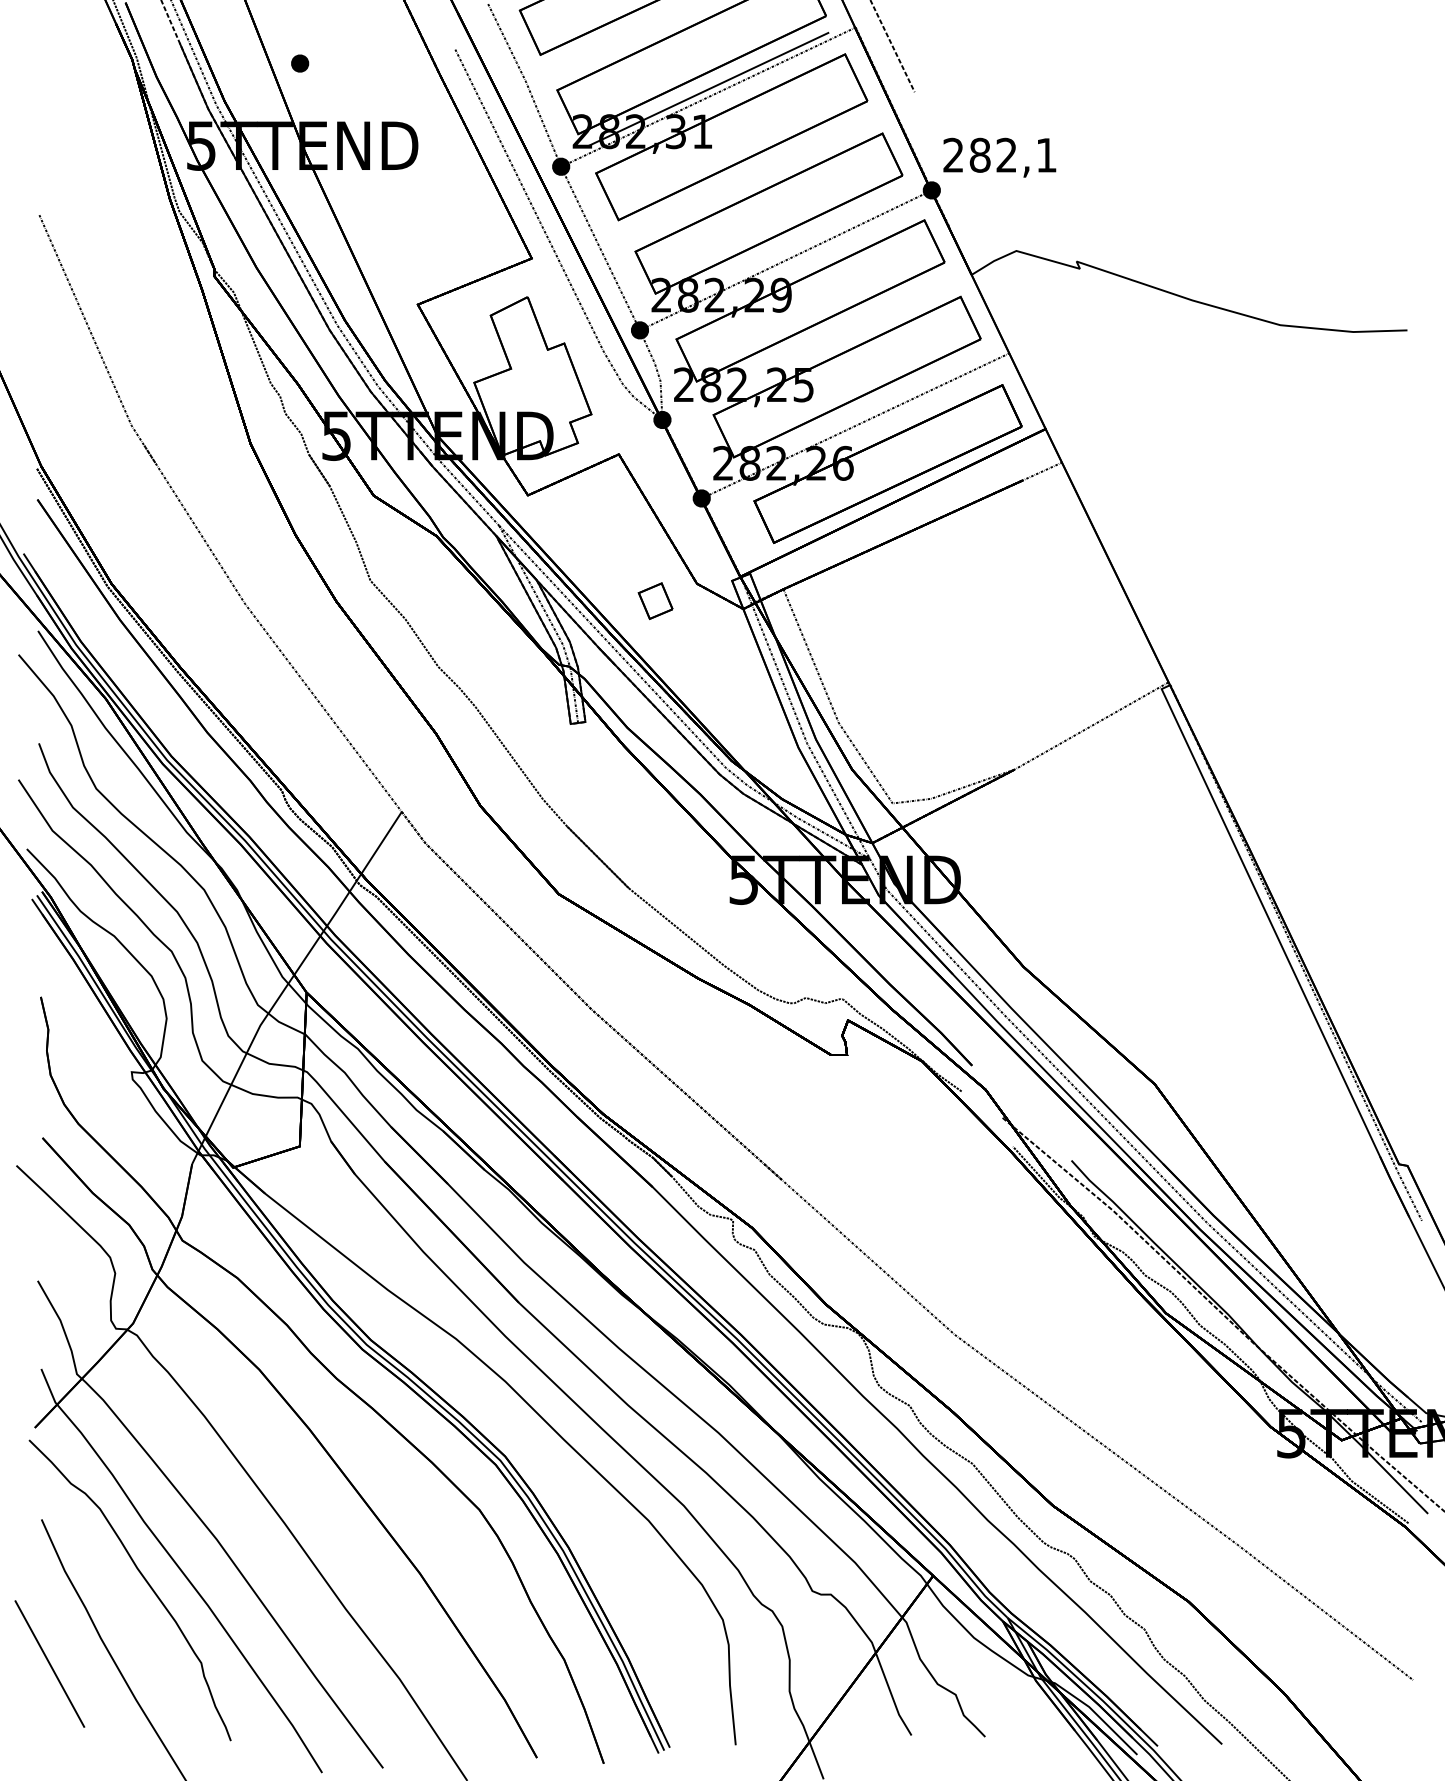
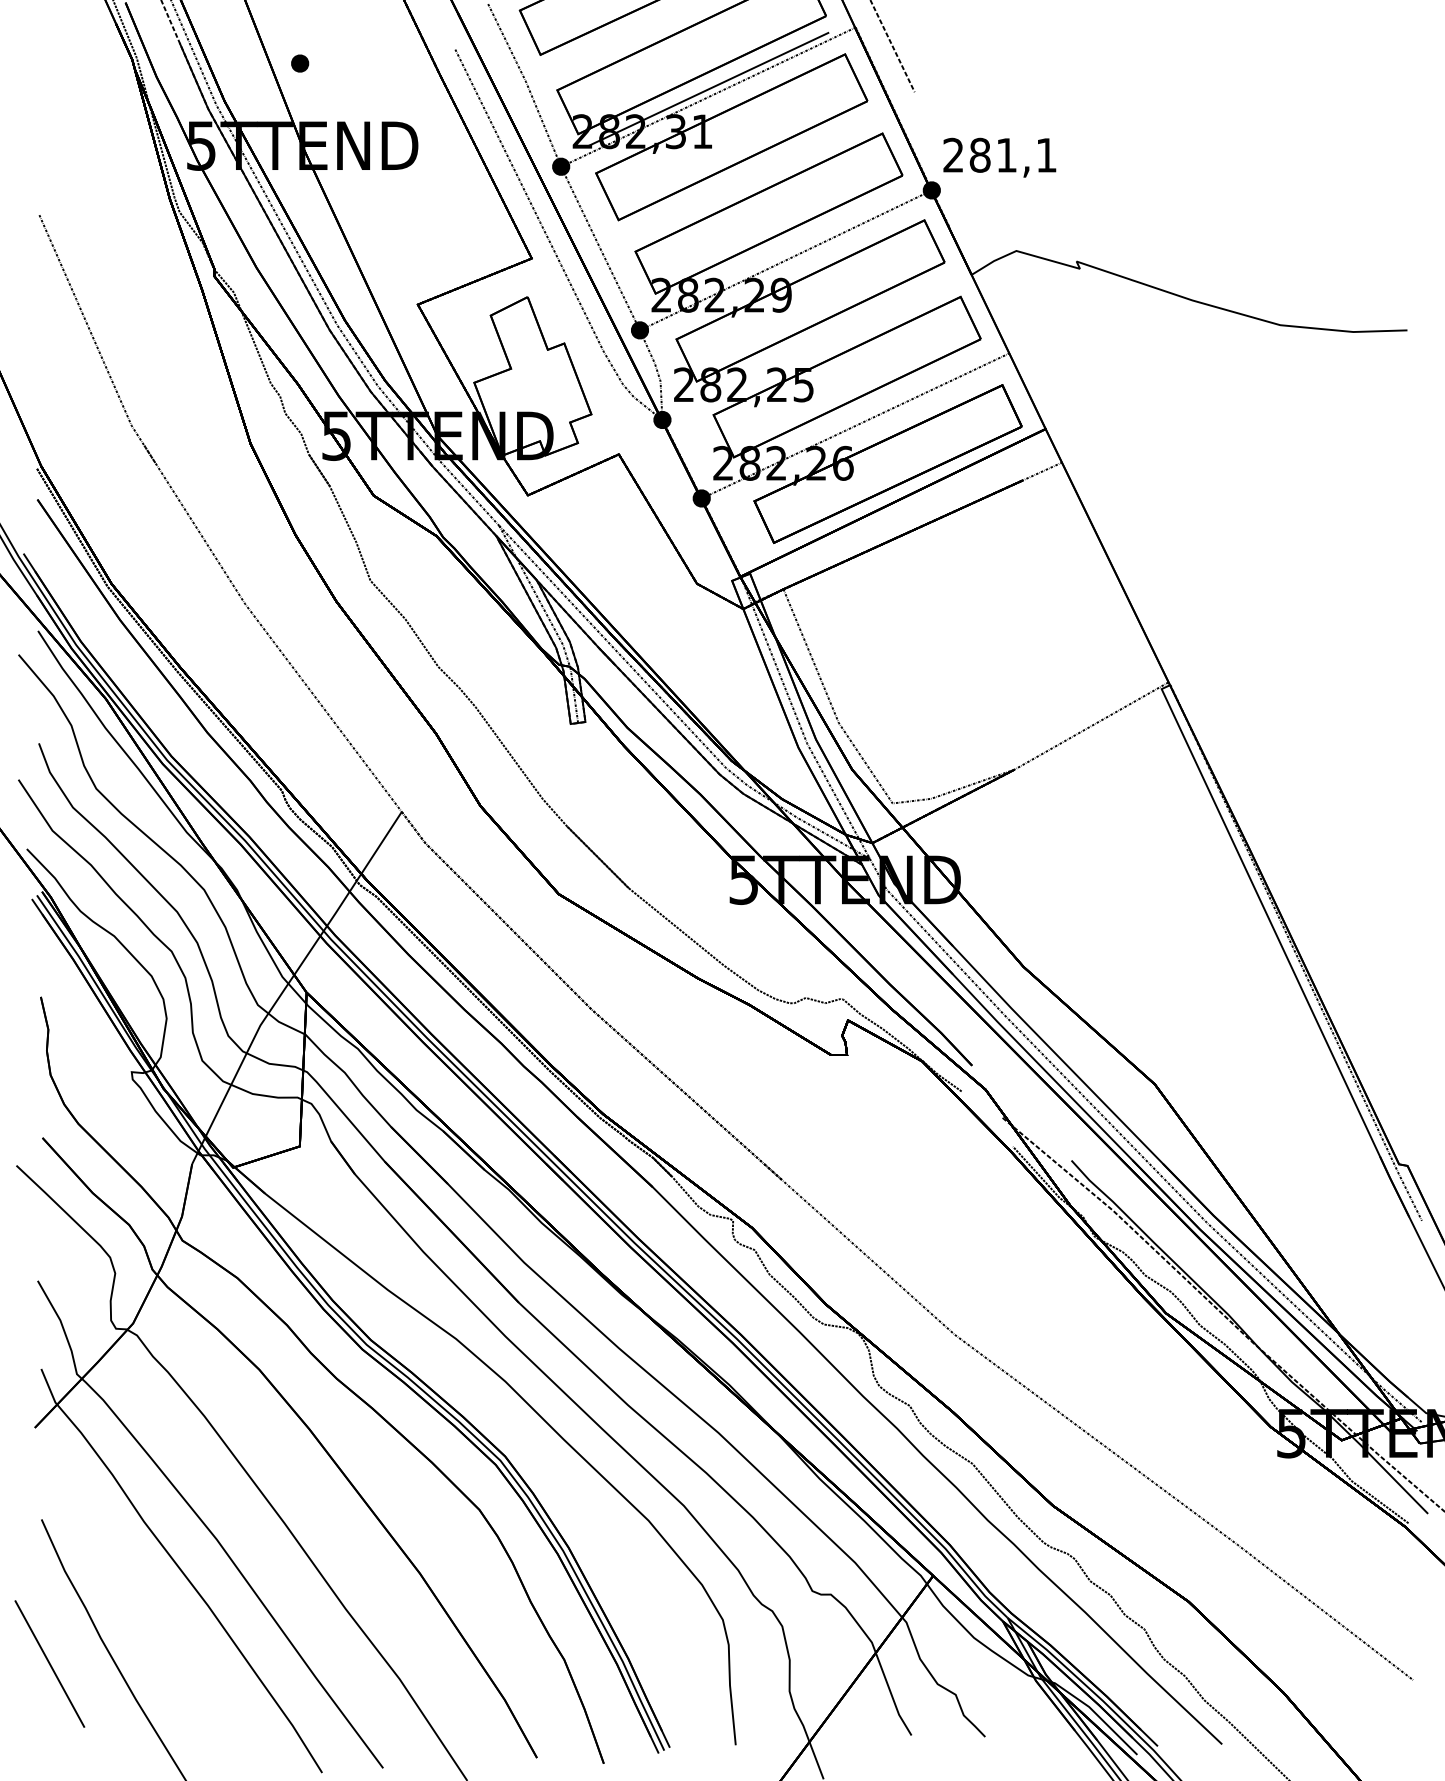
text at (1006, 154): 282,1 -> 281,1
part at (655, 600): present -> none
curve at (144, 1580): present -> none
